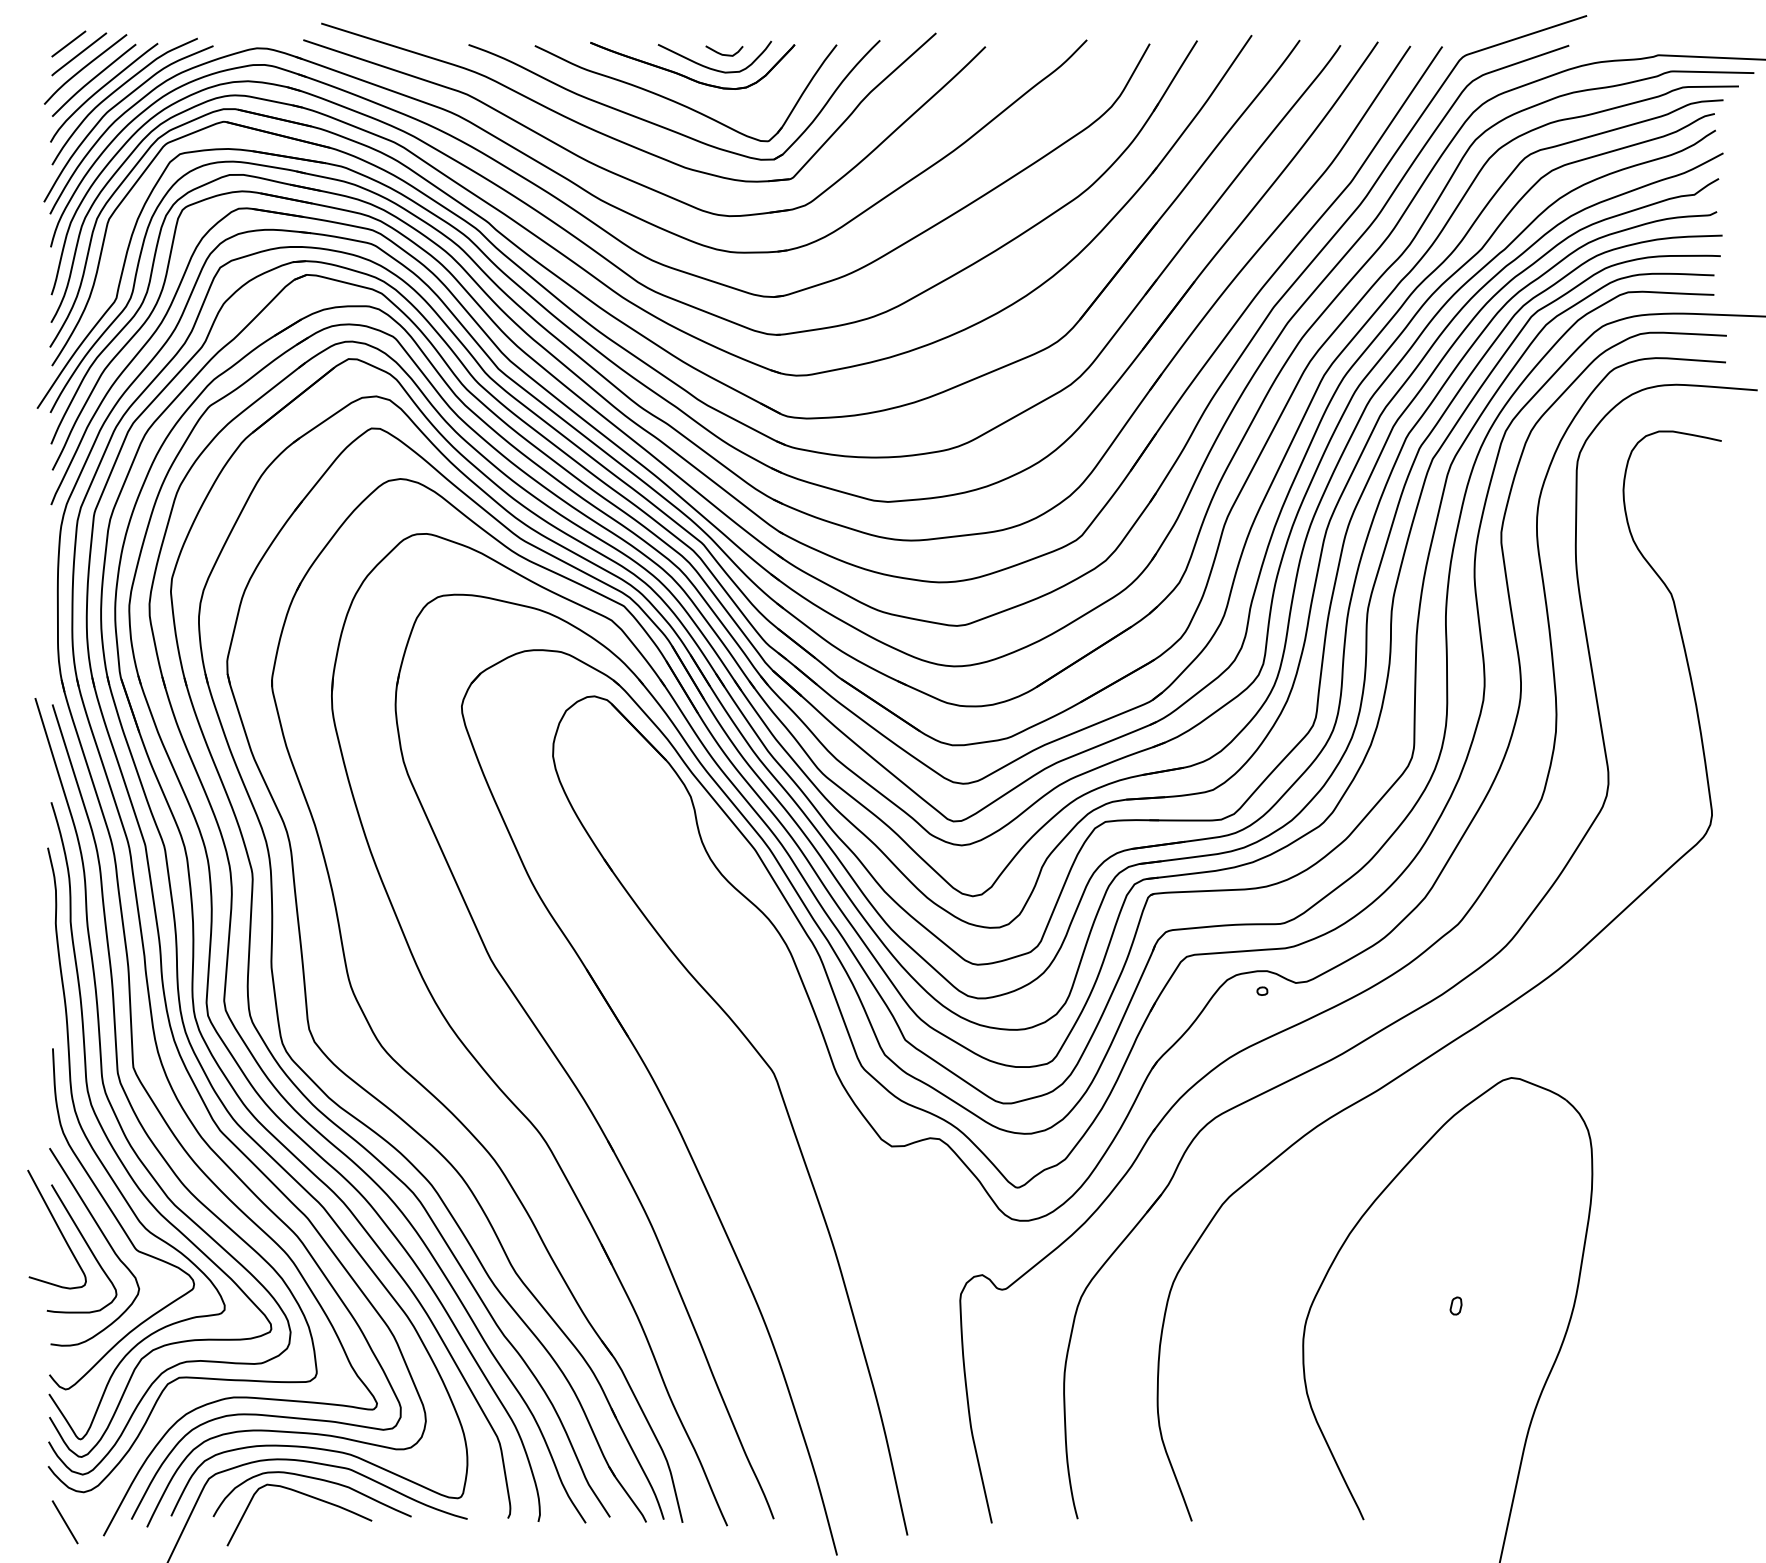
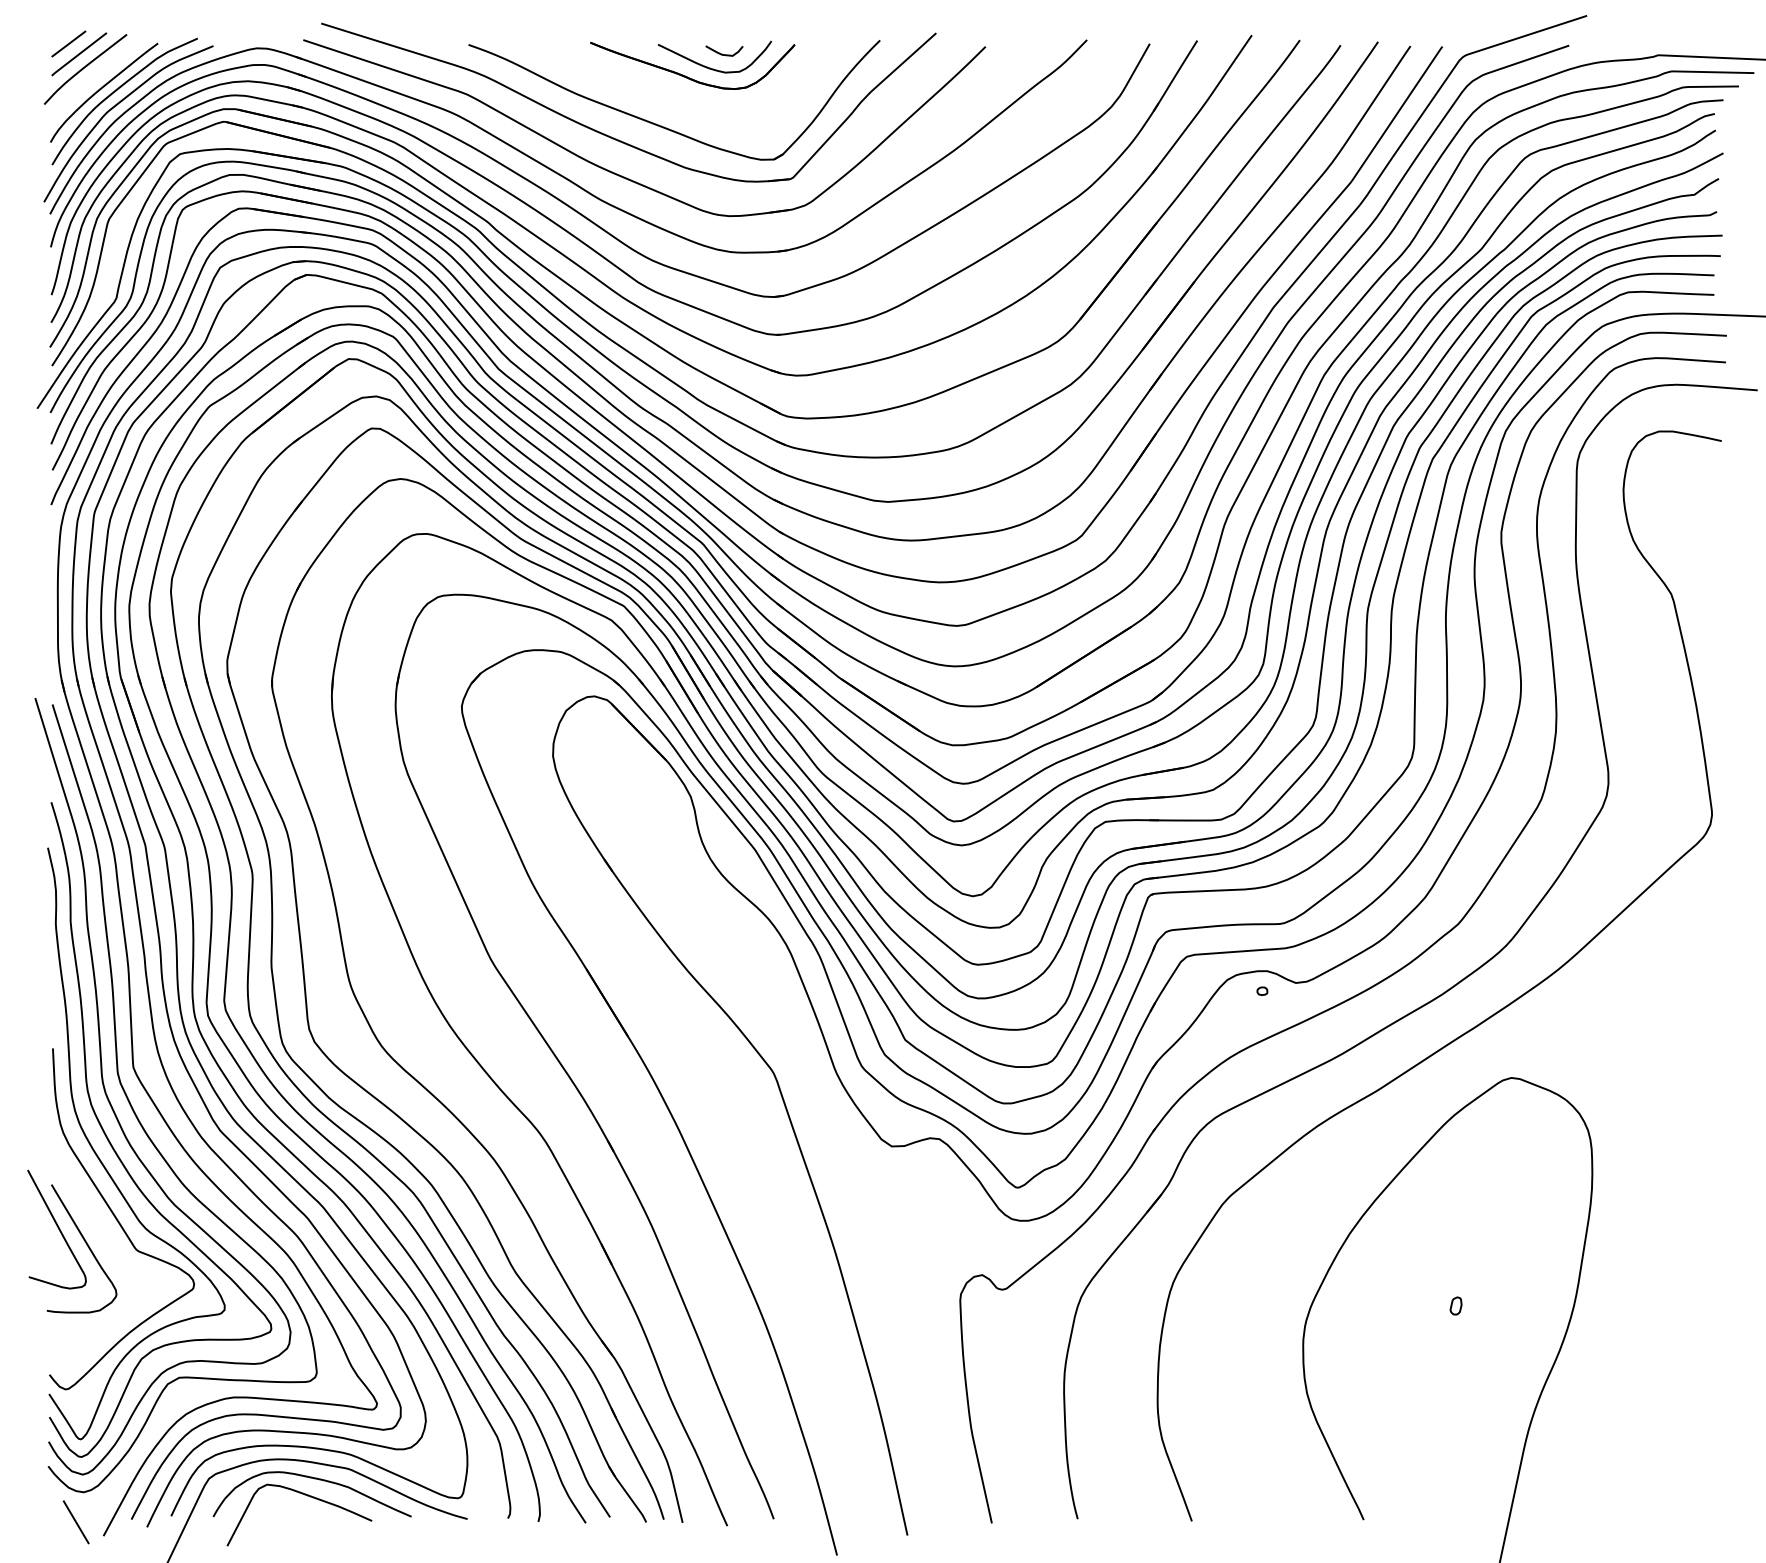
curve at (94, 79): present -> none
part at (681, 103): present -> none
curve at (106, 1241): present -> none
line at (64, 1522) position: (64, 1522) -> (75, 1522)
